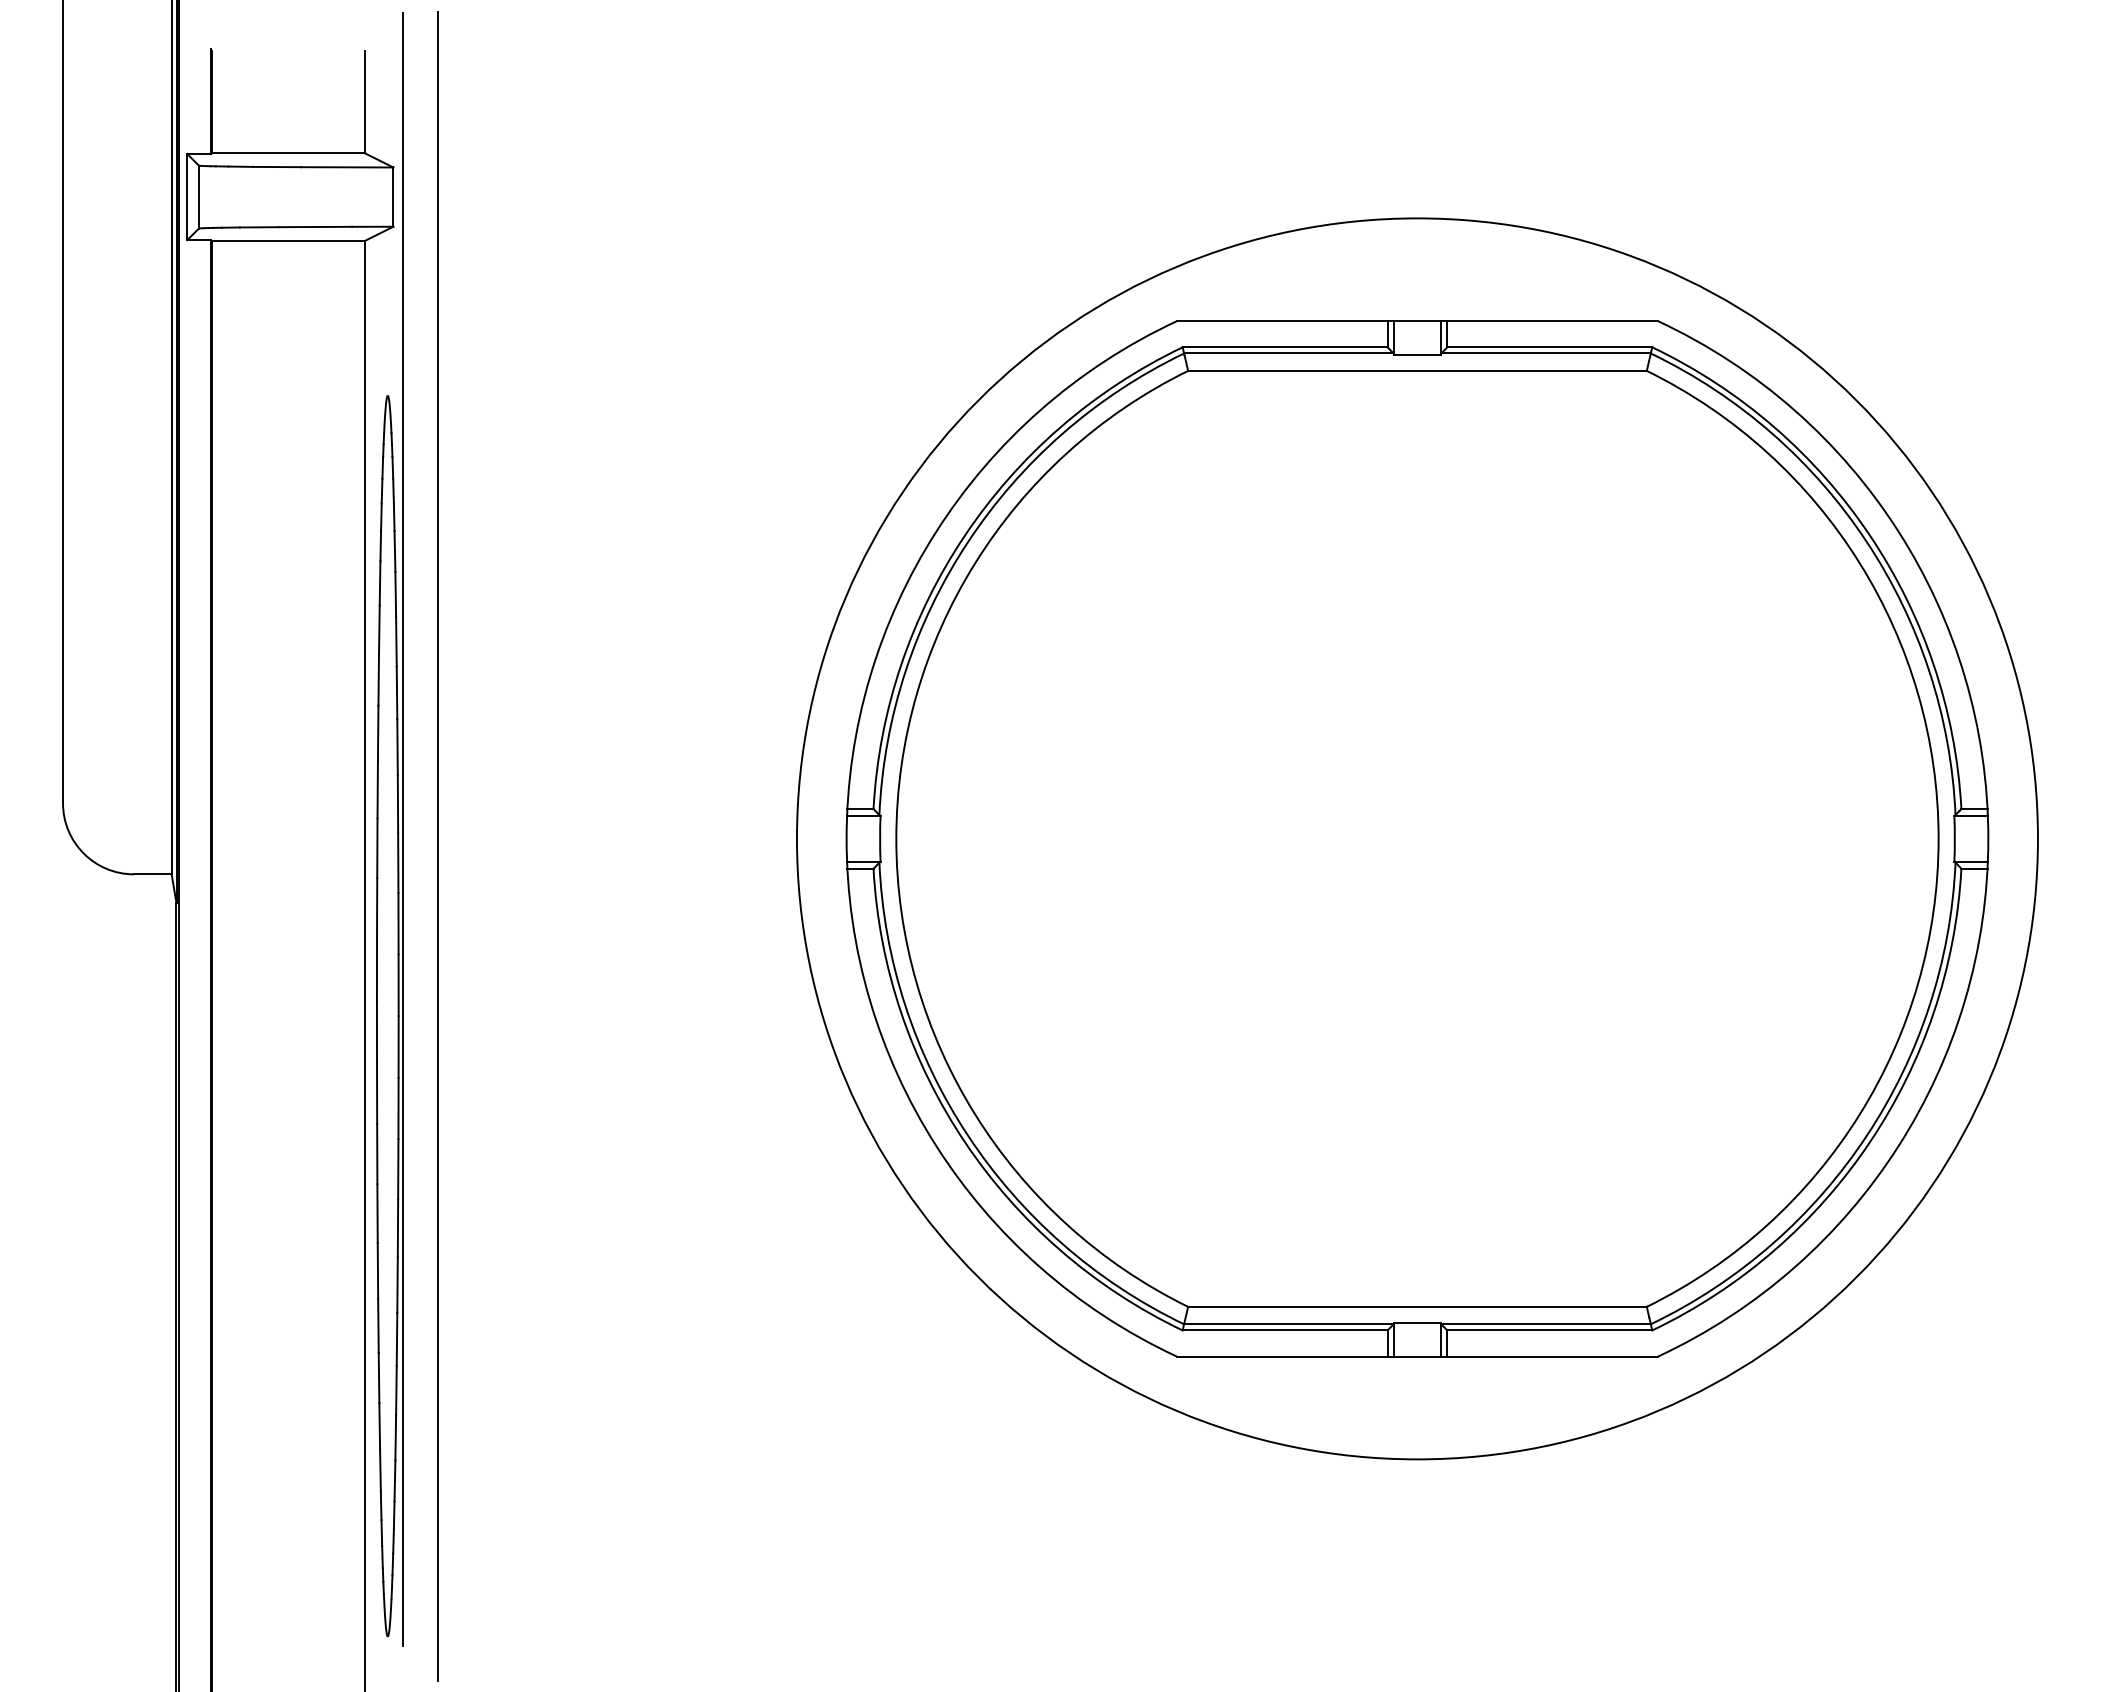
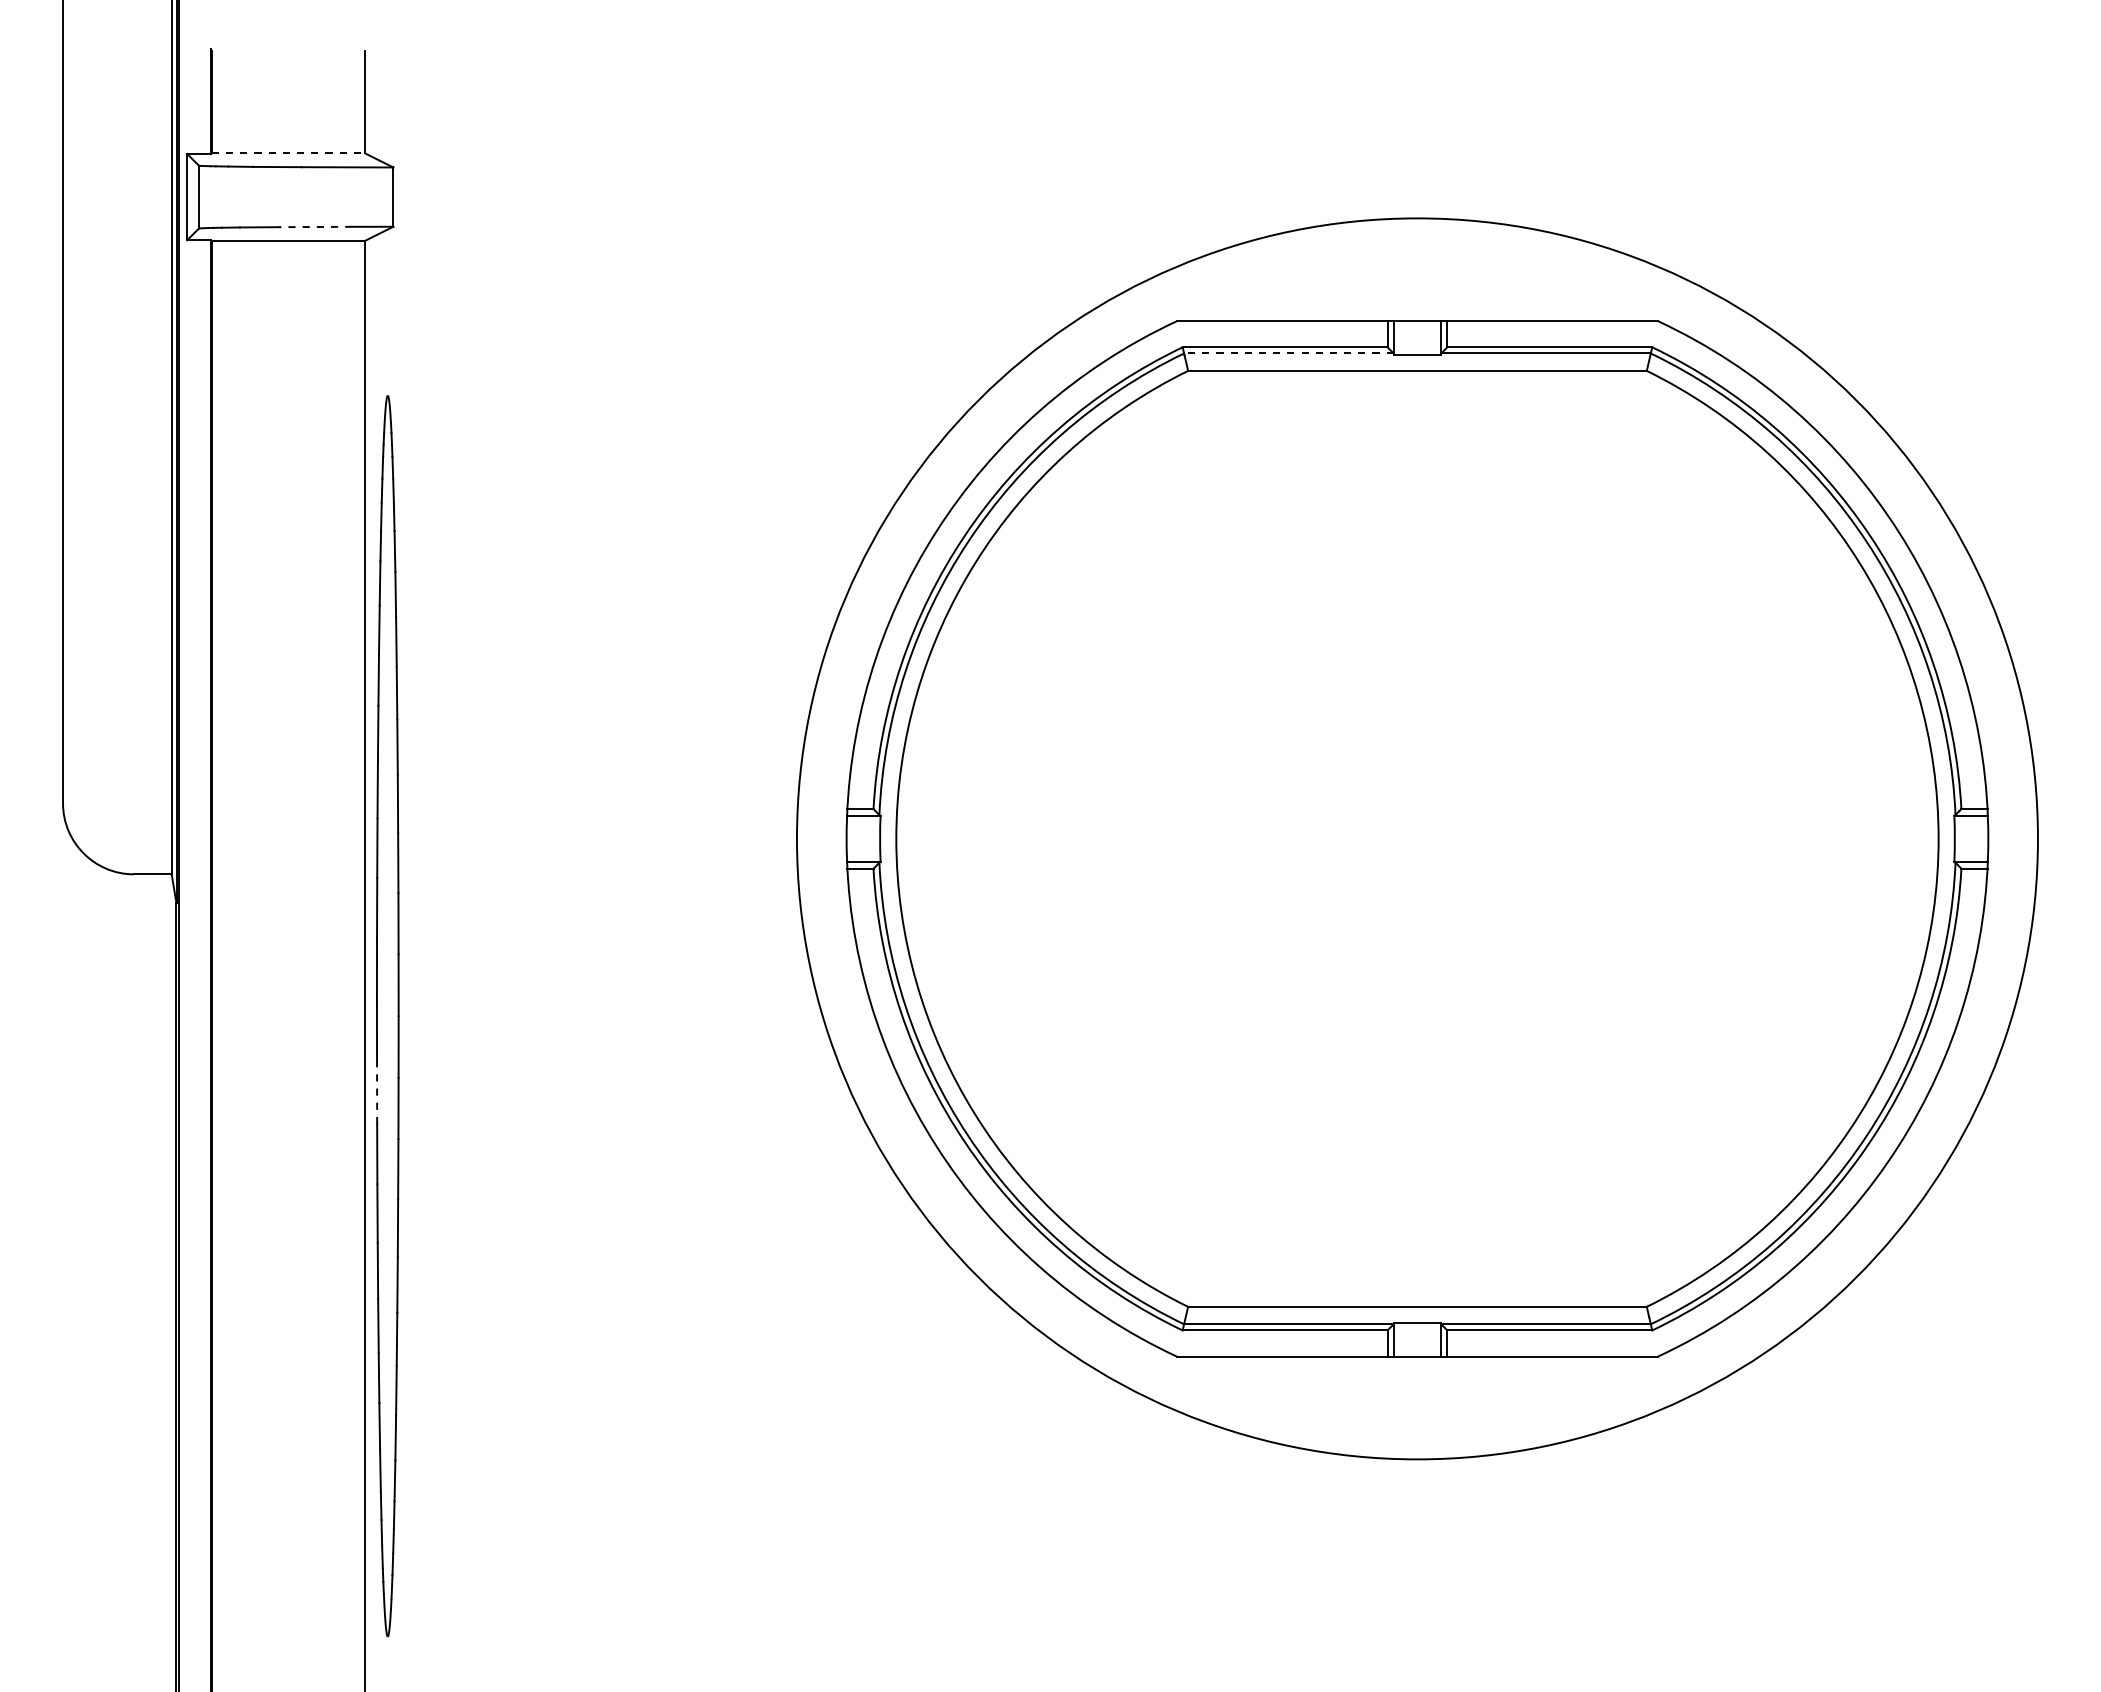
line at (288, 153): solid -> dashed
line at (315, 227): solid -> dashed
line at (1288, 353): solid -> dashed
line at (402, 829): present -> none
line at (438, 846): present -> none
line at (377, 1093): solid -> dashed
